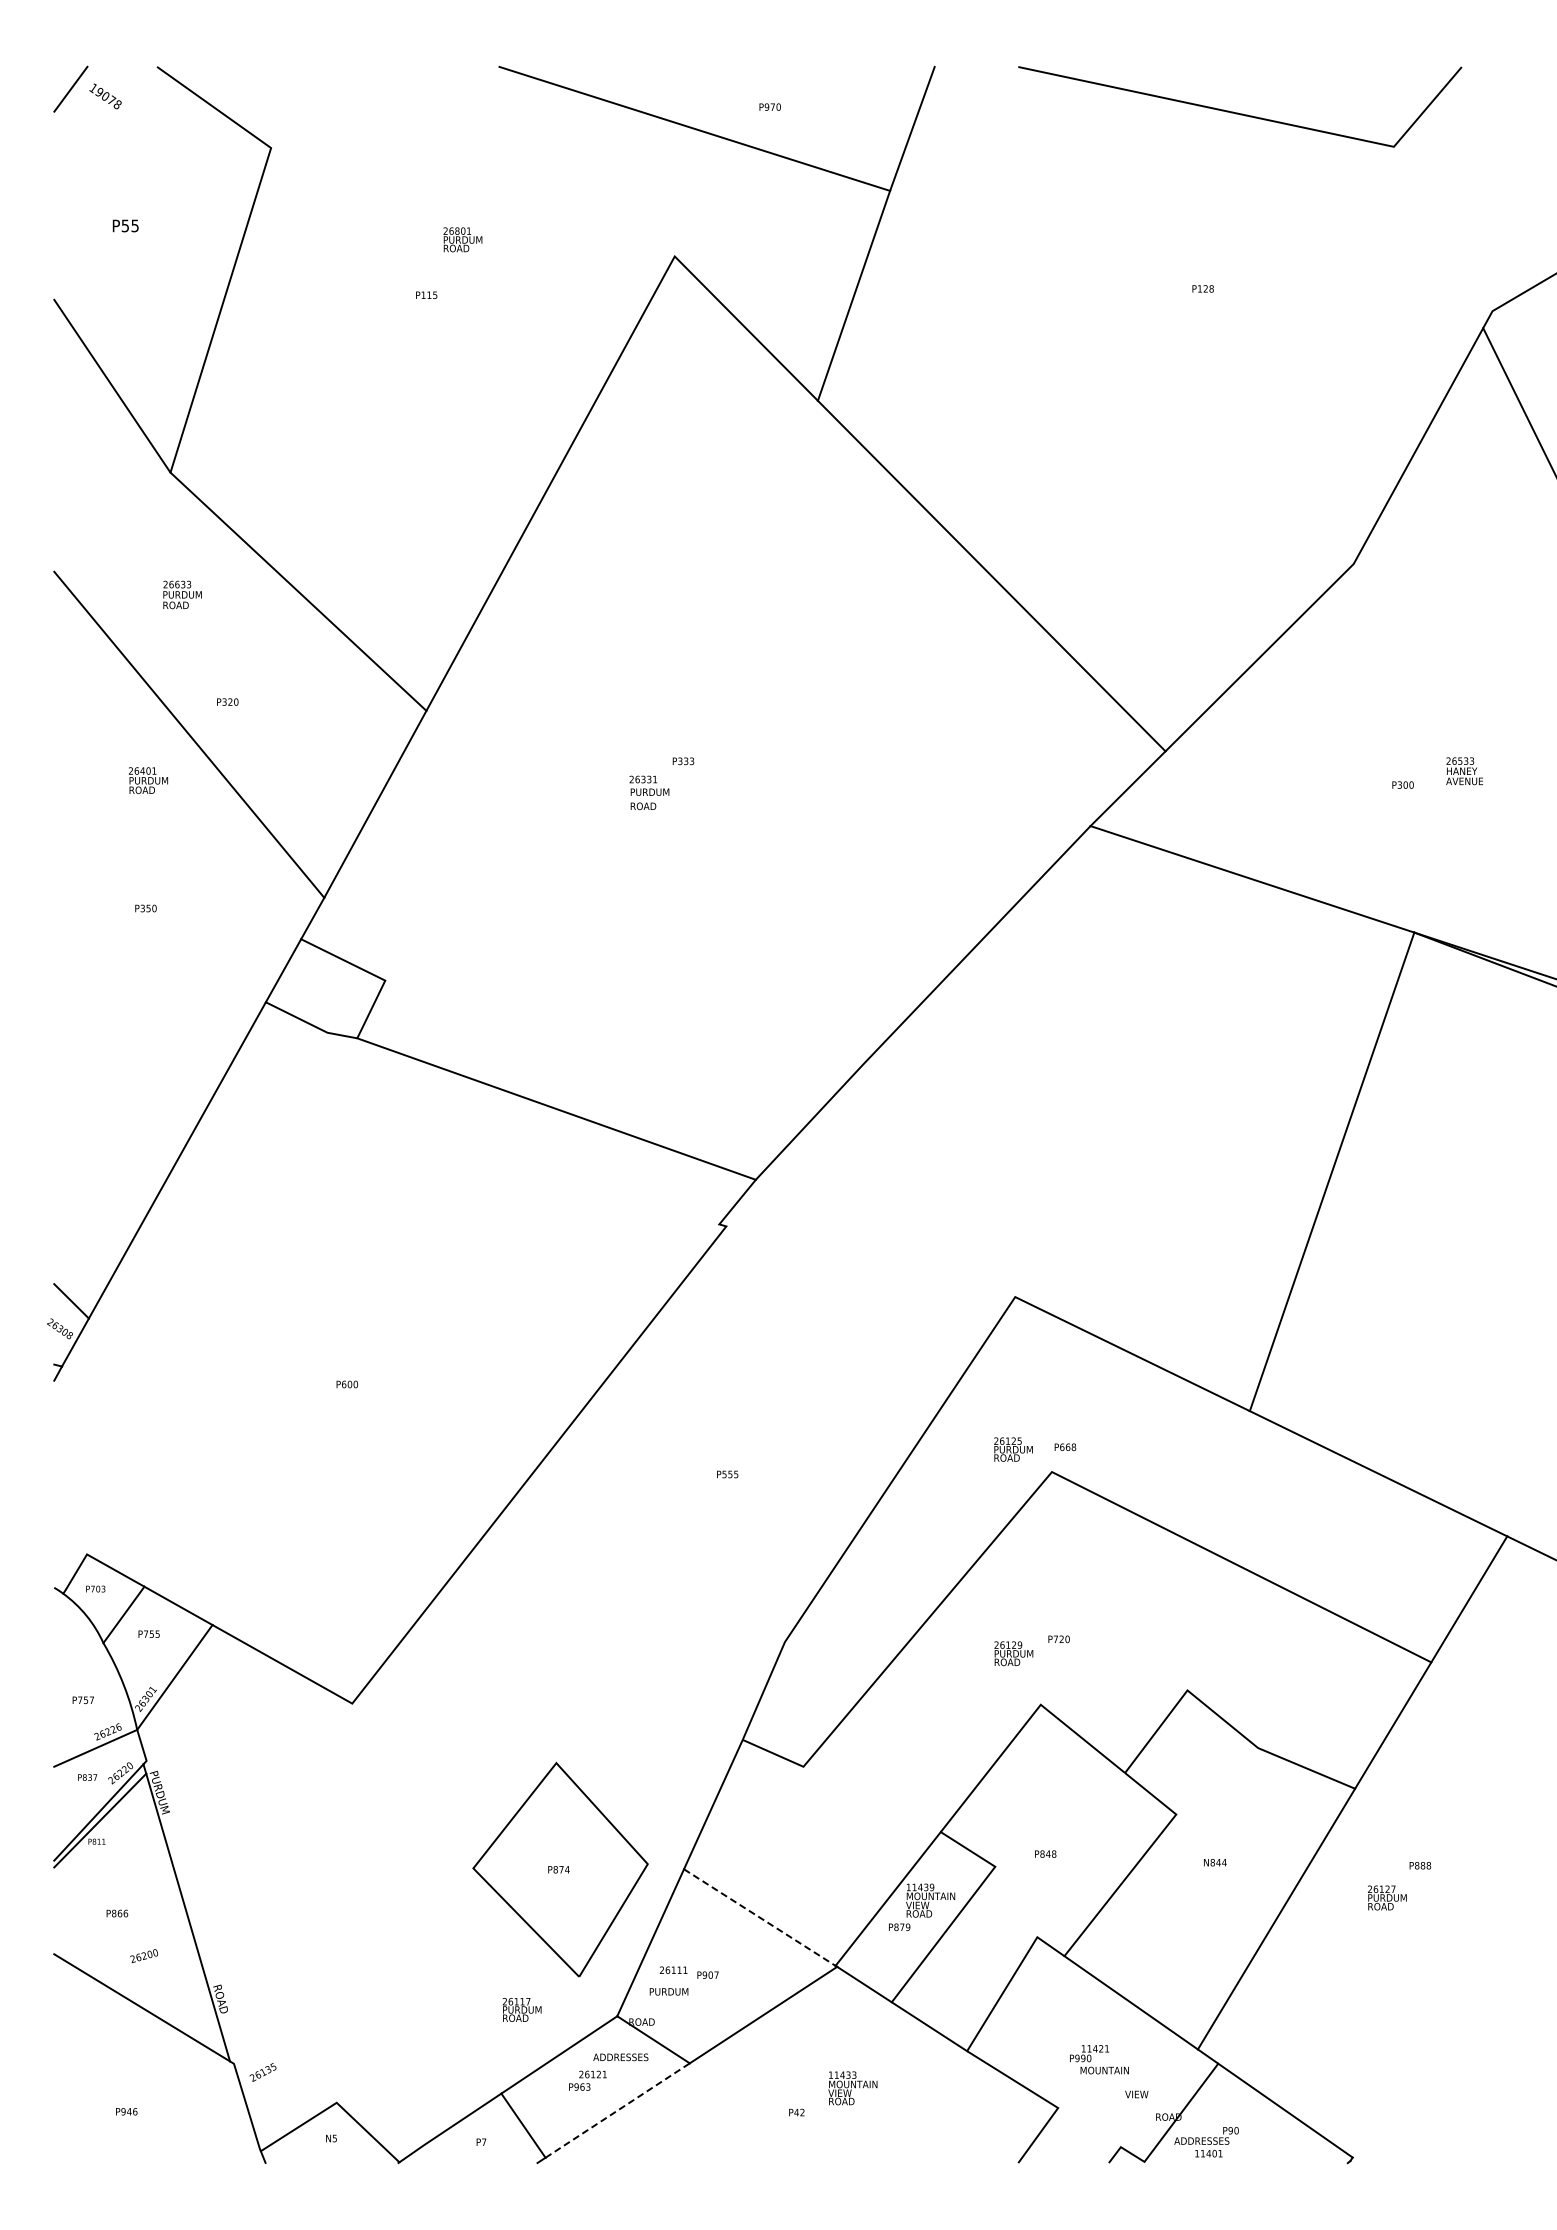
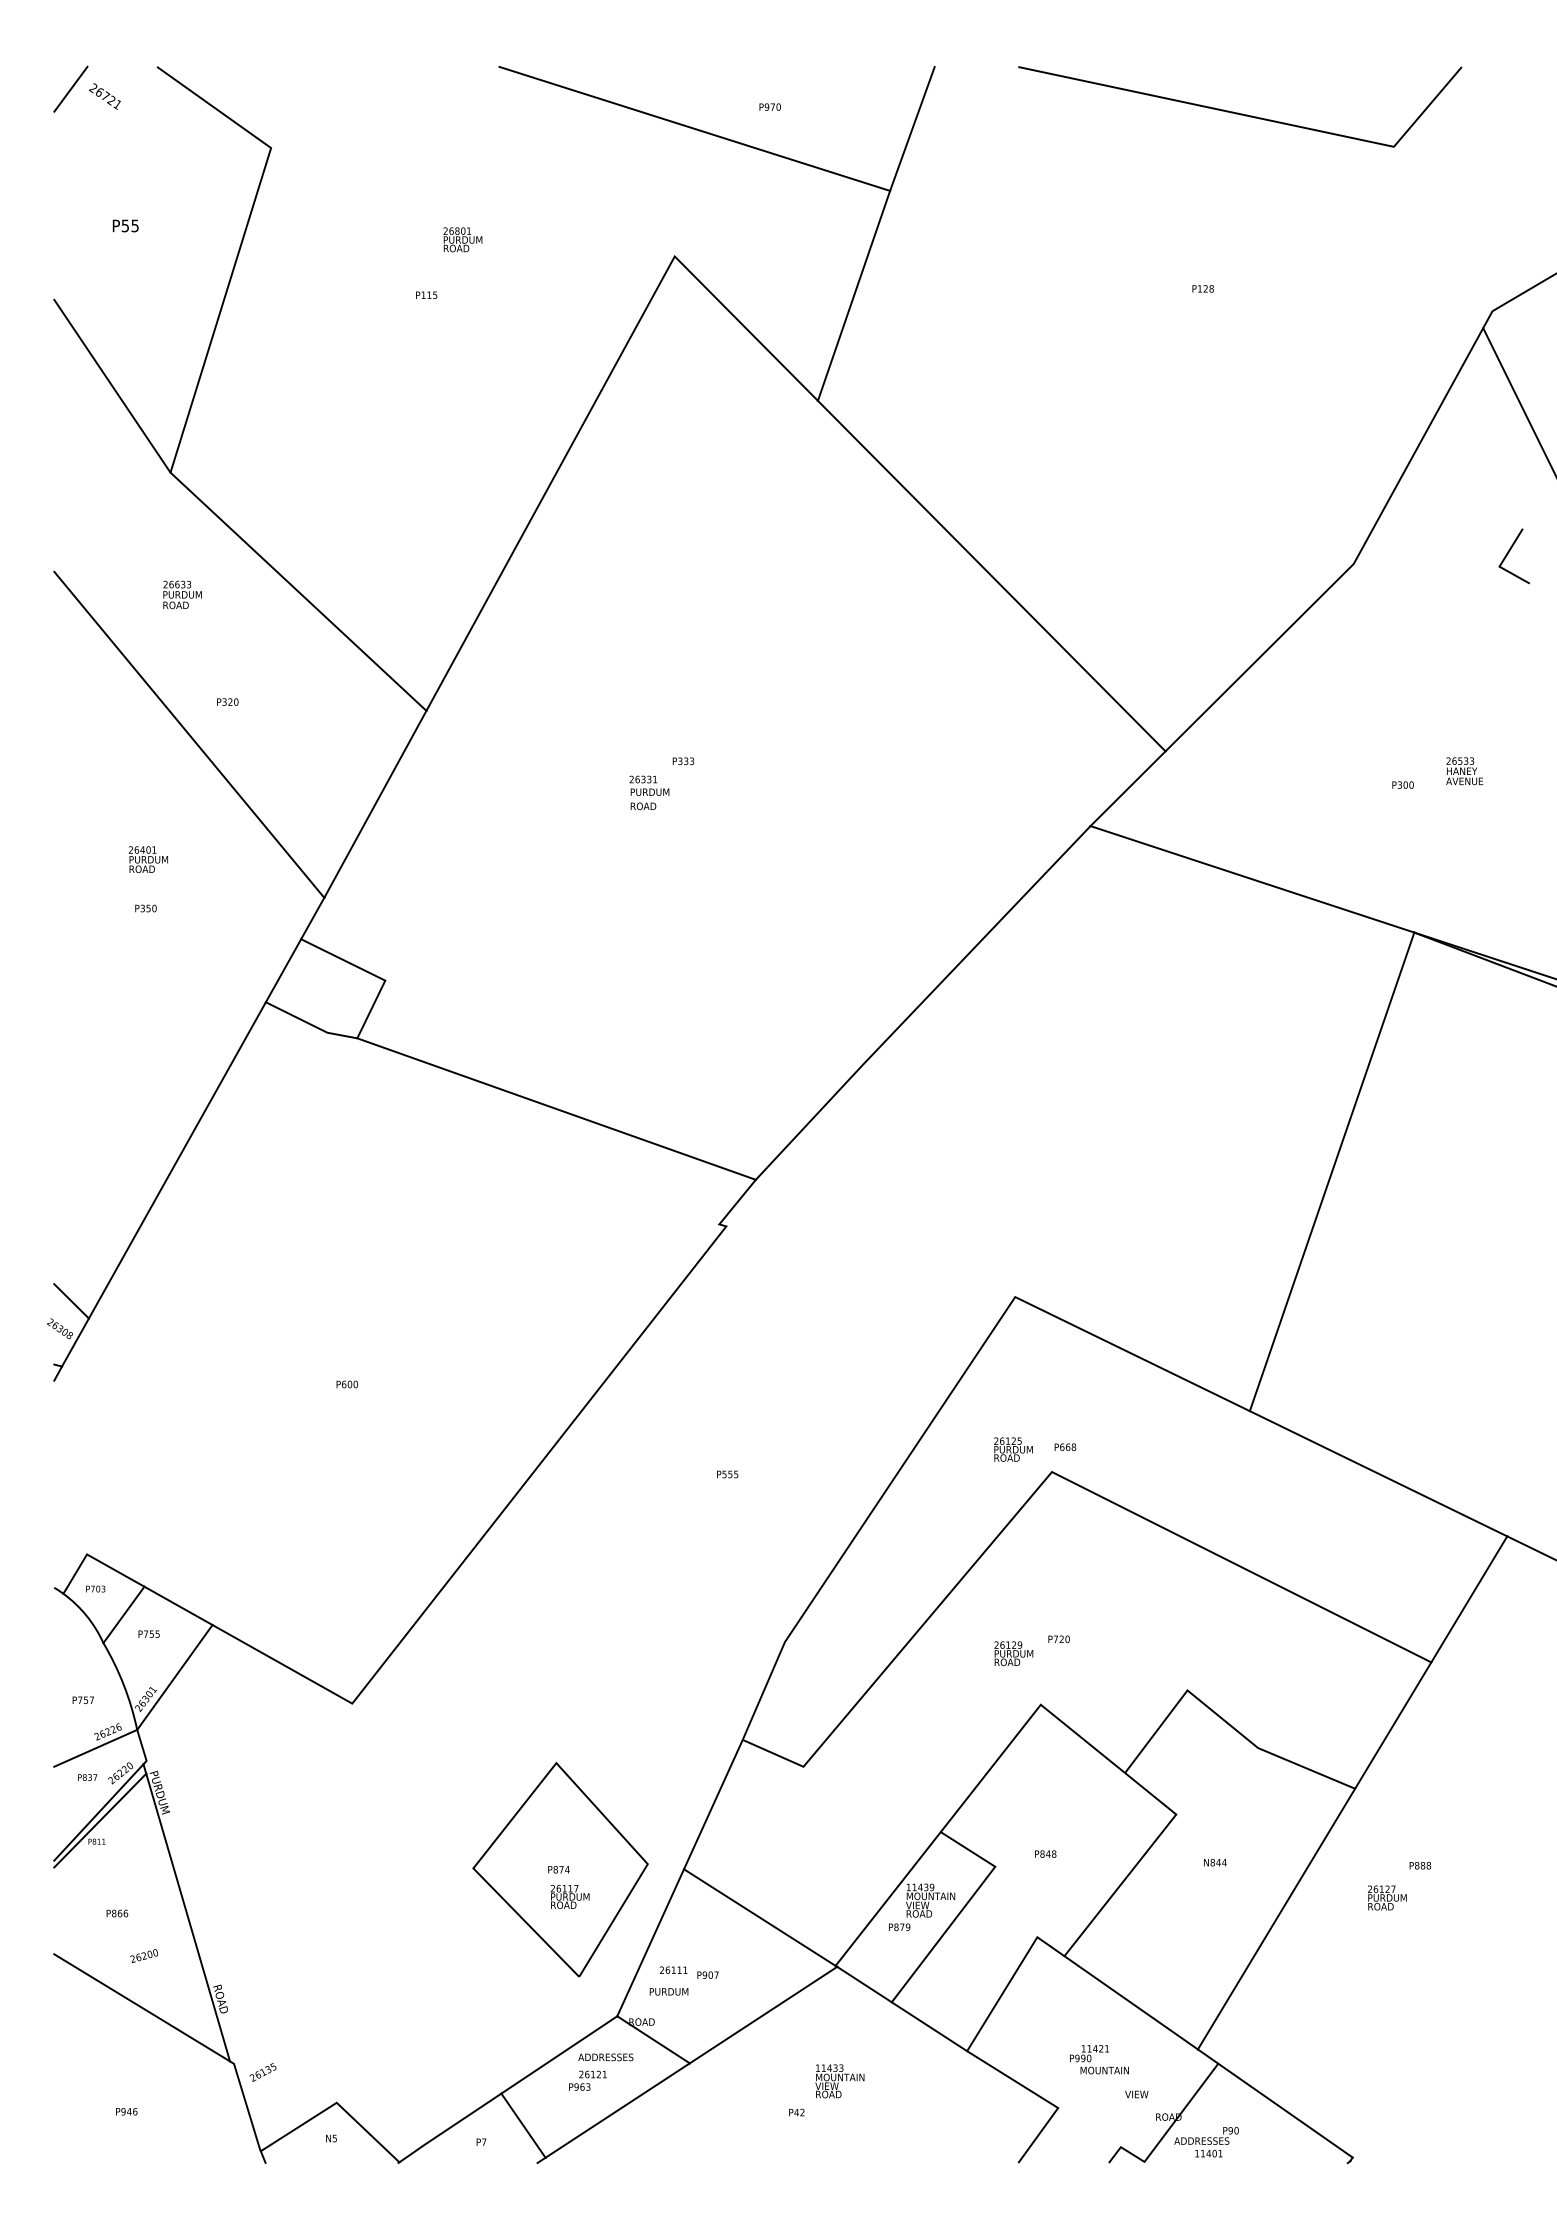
text at (105, 96): 19078 -> 26721
line at (1508, 554): none -> present
text at (147, 780) position: (147, 780) -> (147, 859)
line at (759, 1917): dashed -> solid
text at (521, 2009) position: (521, 2009) -> (569, 1896)
text at (620, 2057) position: (620, 2057) -> (605, 2057)
text at (852, 2088) position: (852, 2088) -> (839, 2081)
line at (618, 2110): dashed -> solid
